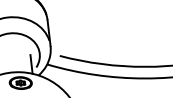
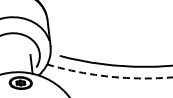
arc at (109, 76): solid -> dashed
